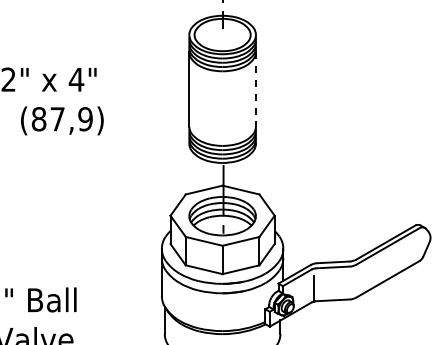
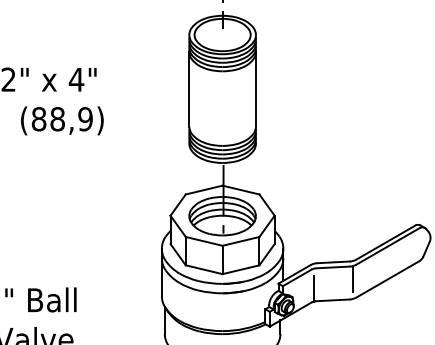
line at (255, 89): dashed -> solid
text at (57, 119): (87,9) -> (88,9)
line at (353, 279): none -> present
